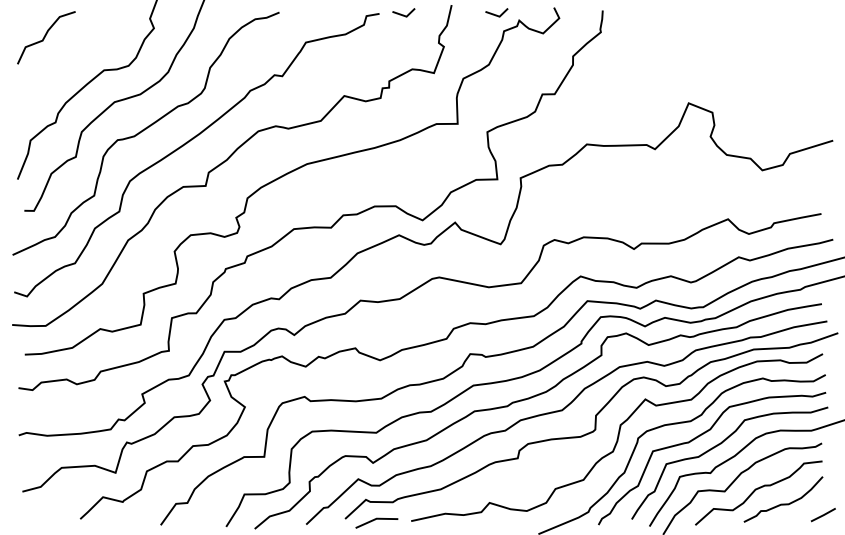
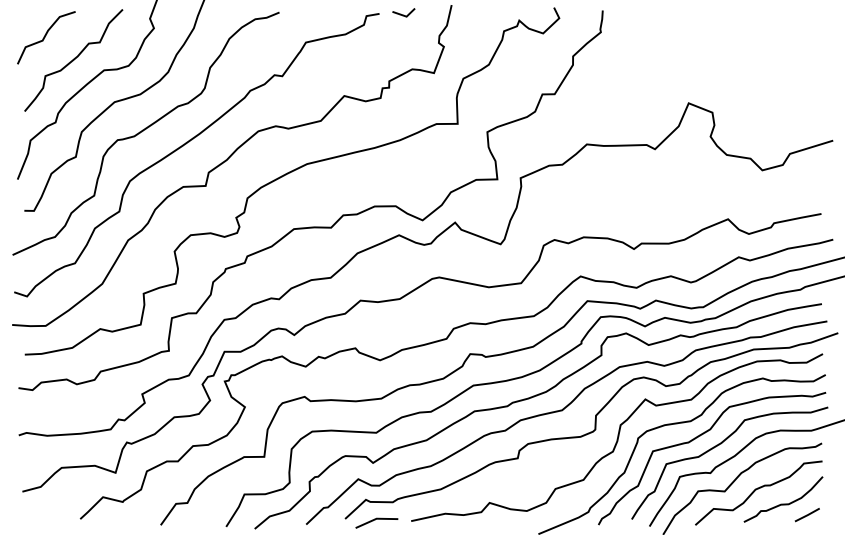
line at (496, 14): present -> none
curve at (73, 60): none -> present
line at (822, 515) position: (822, 515) -> (806, 515)
